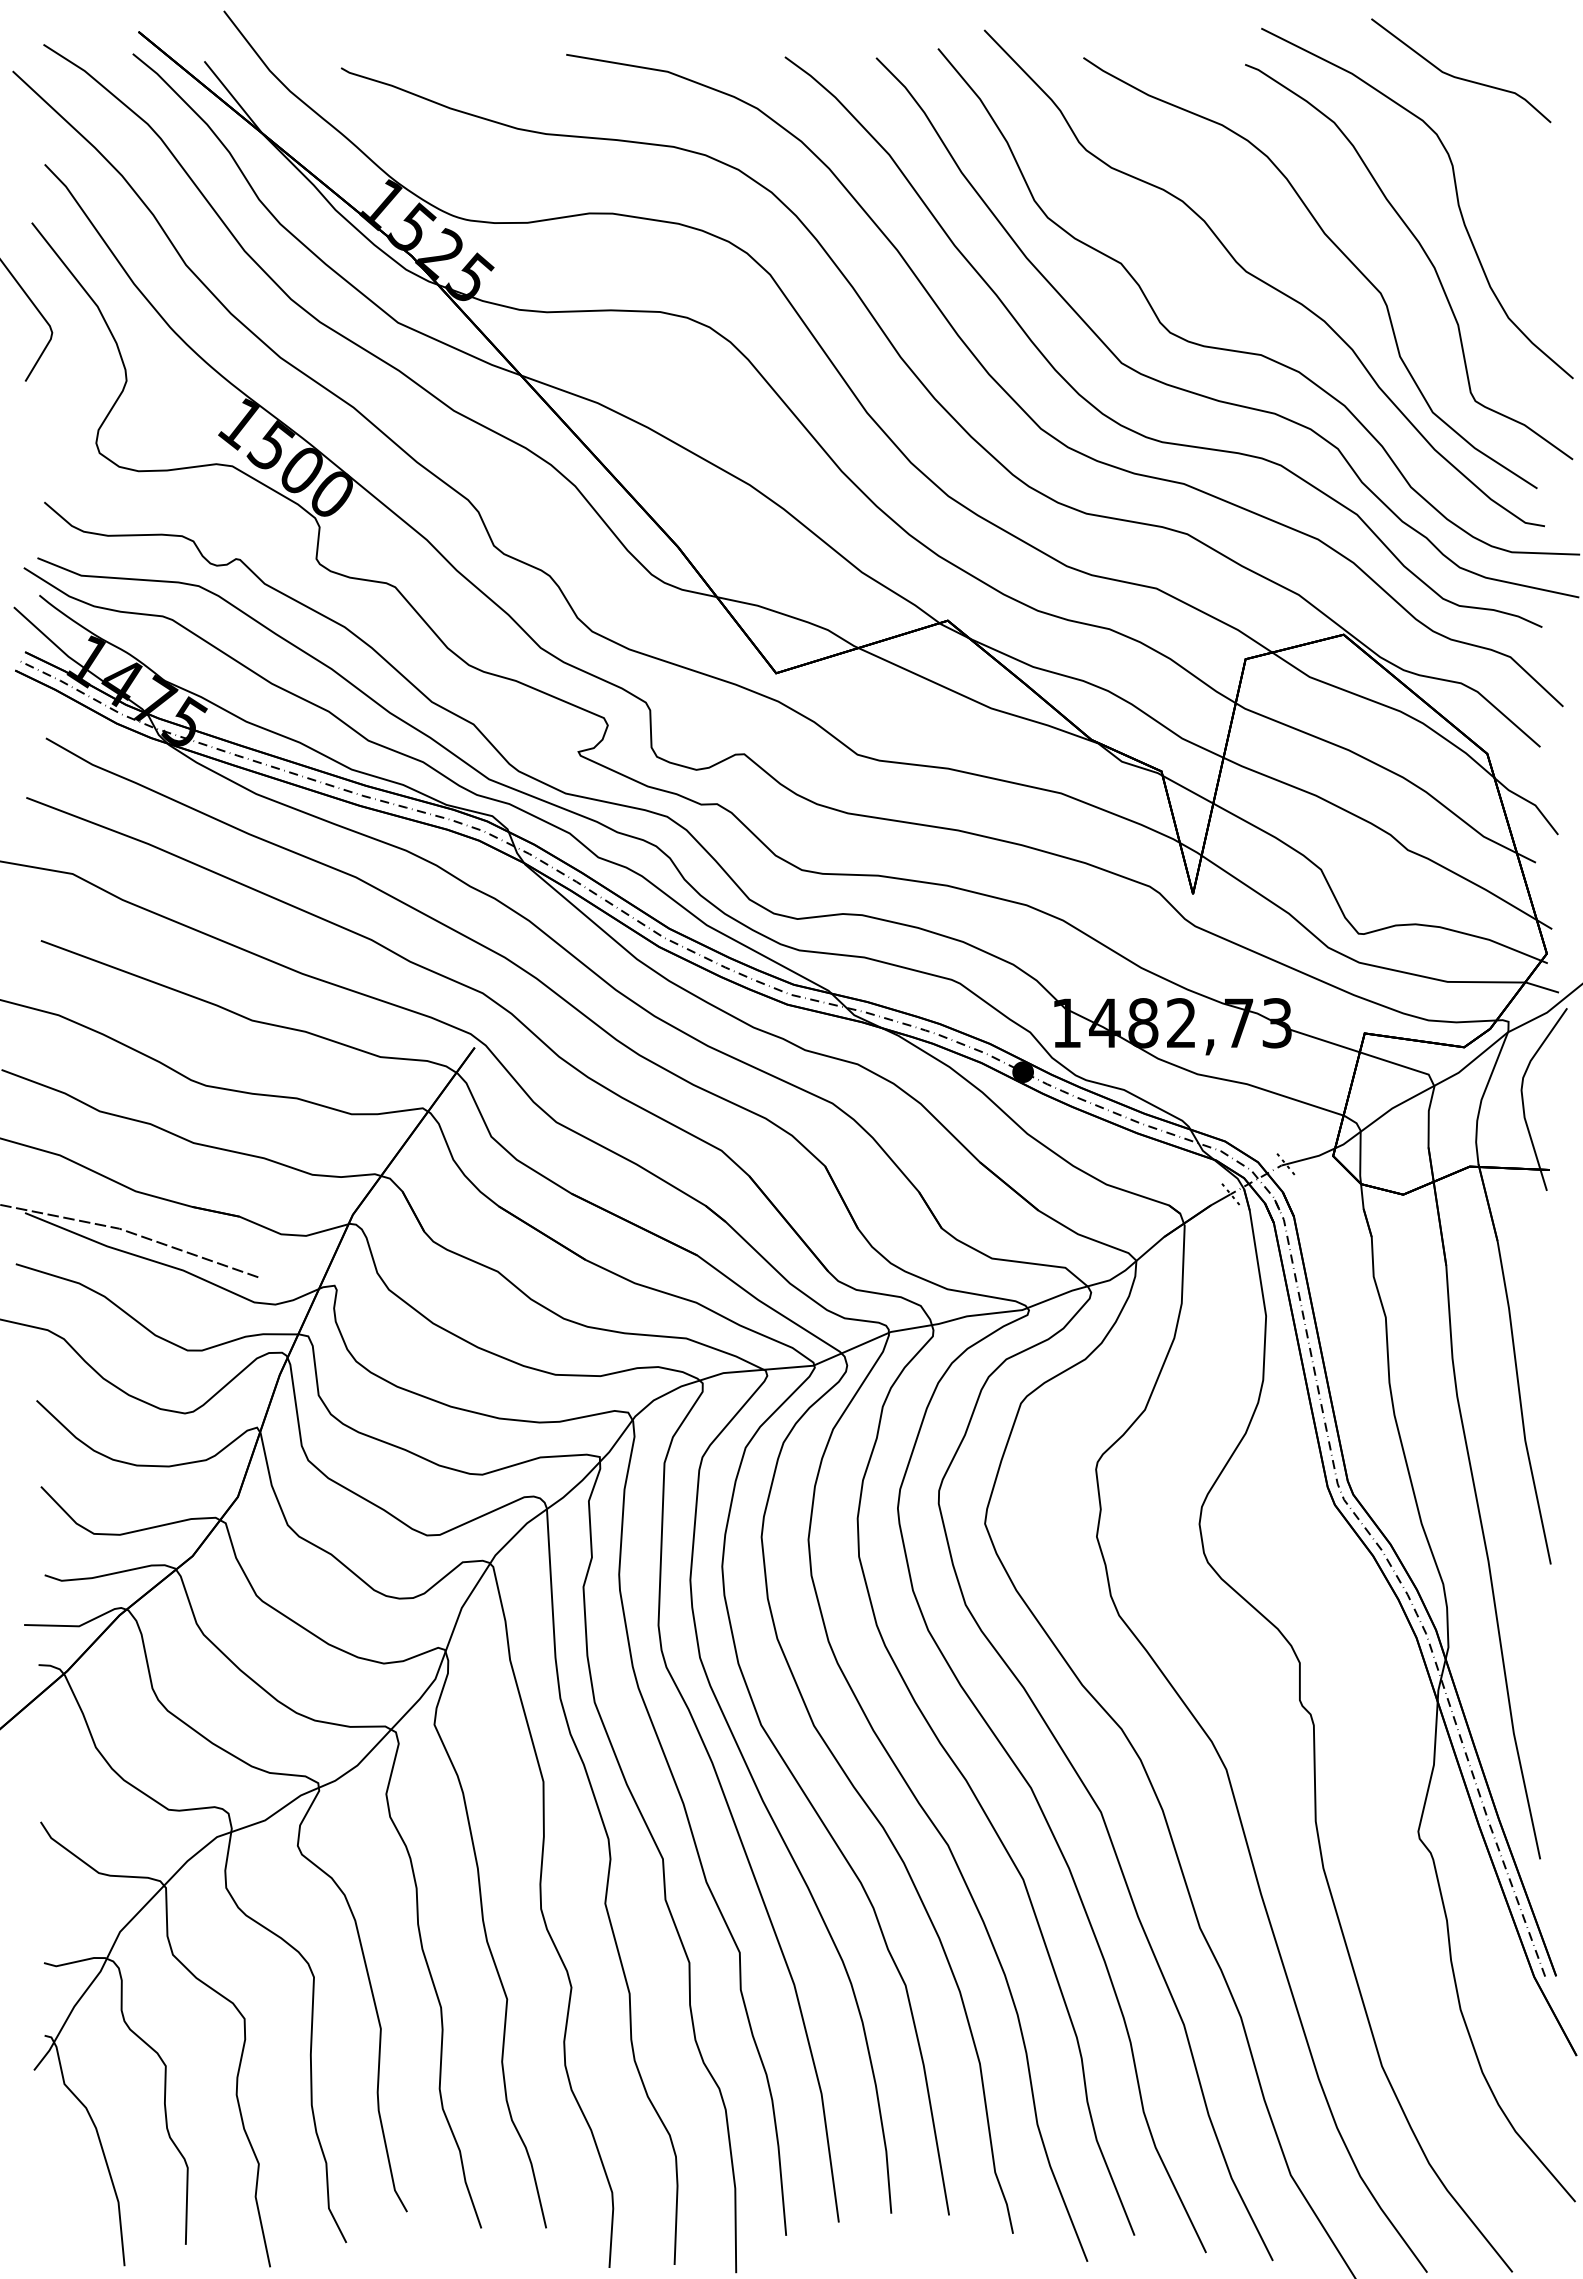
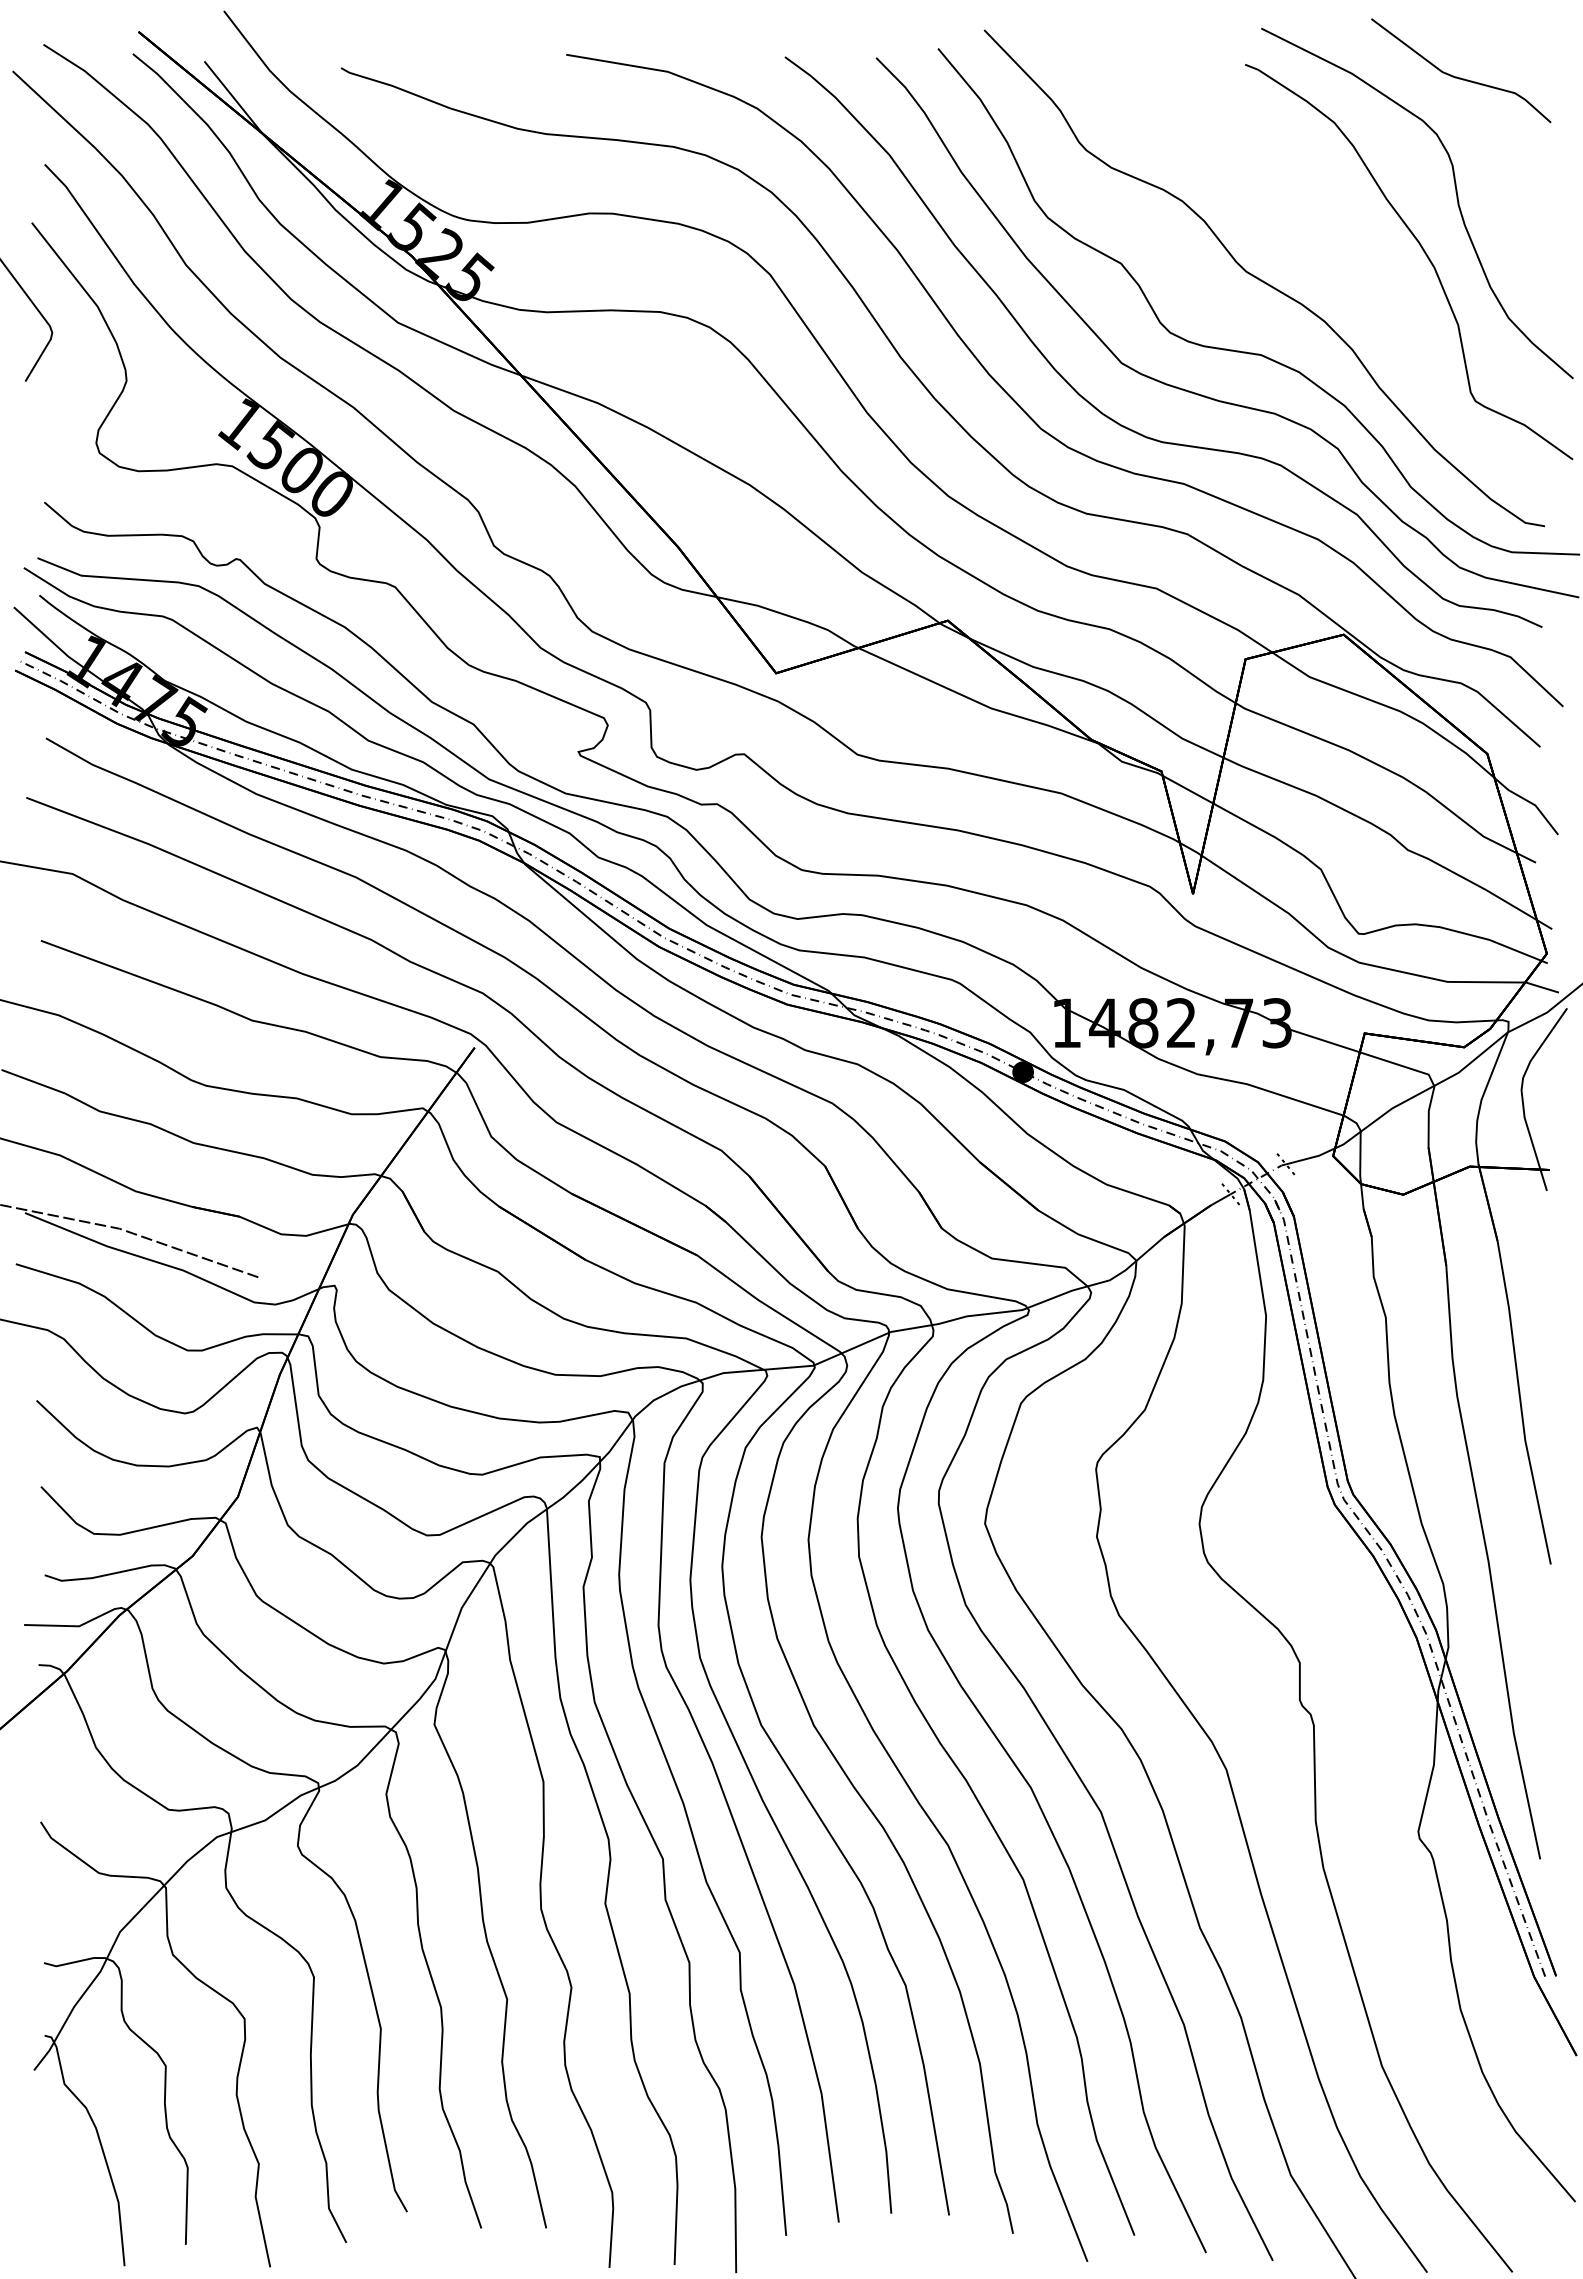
curve at (1336, 247): present -> none
